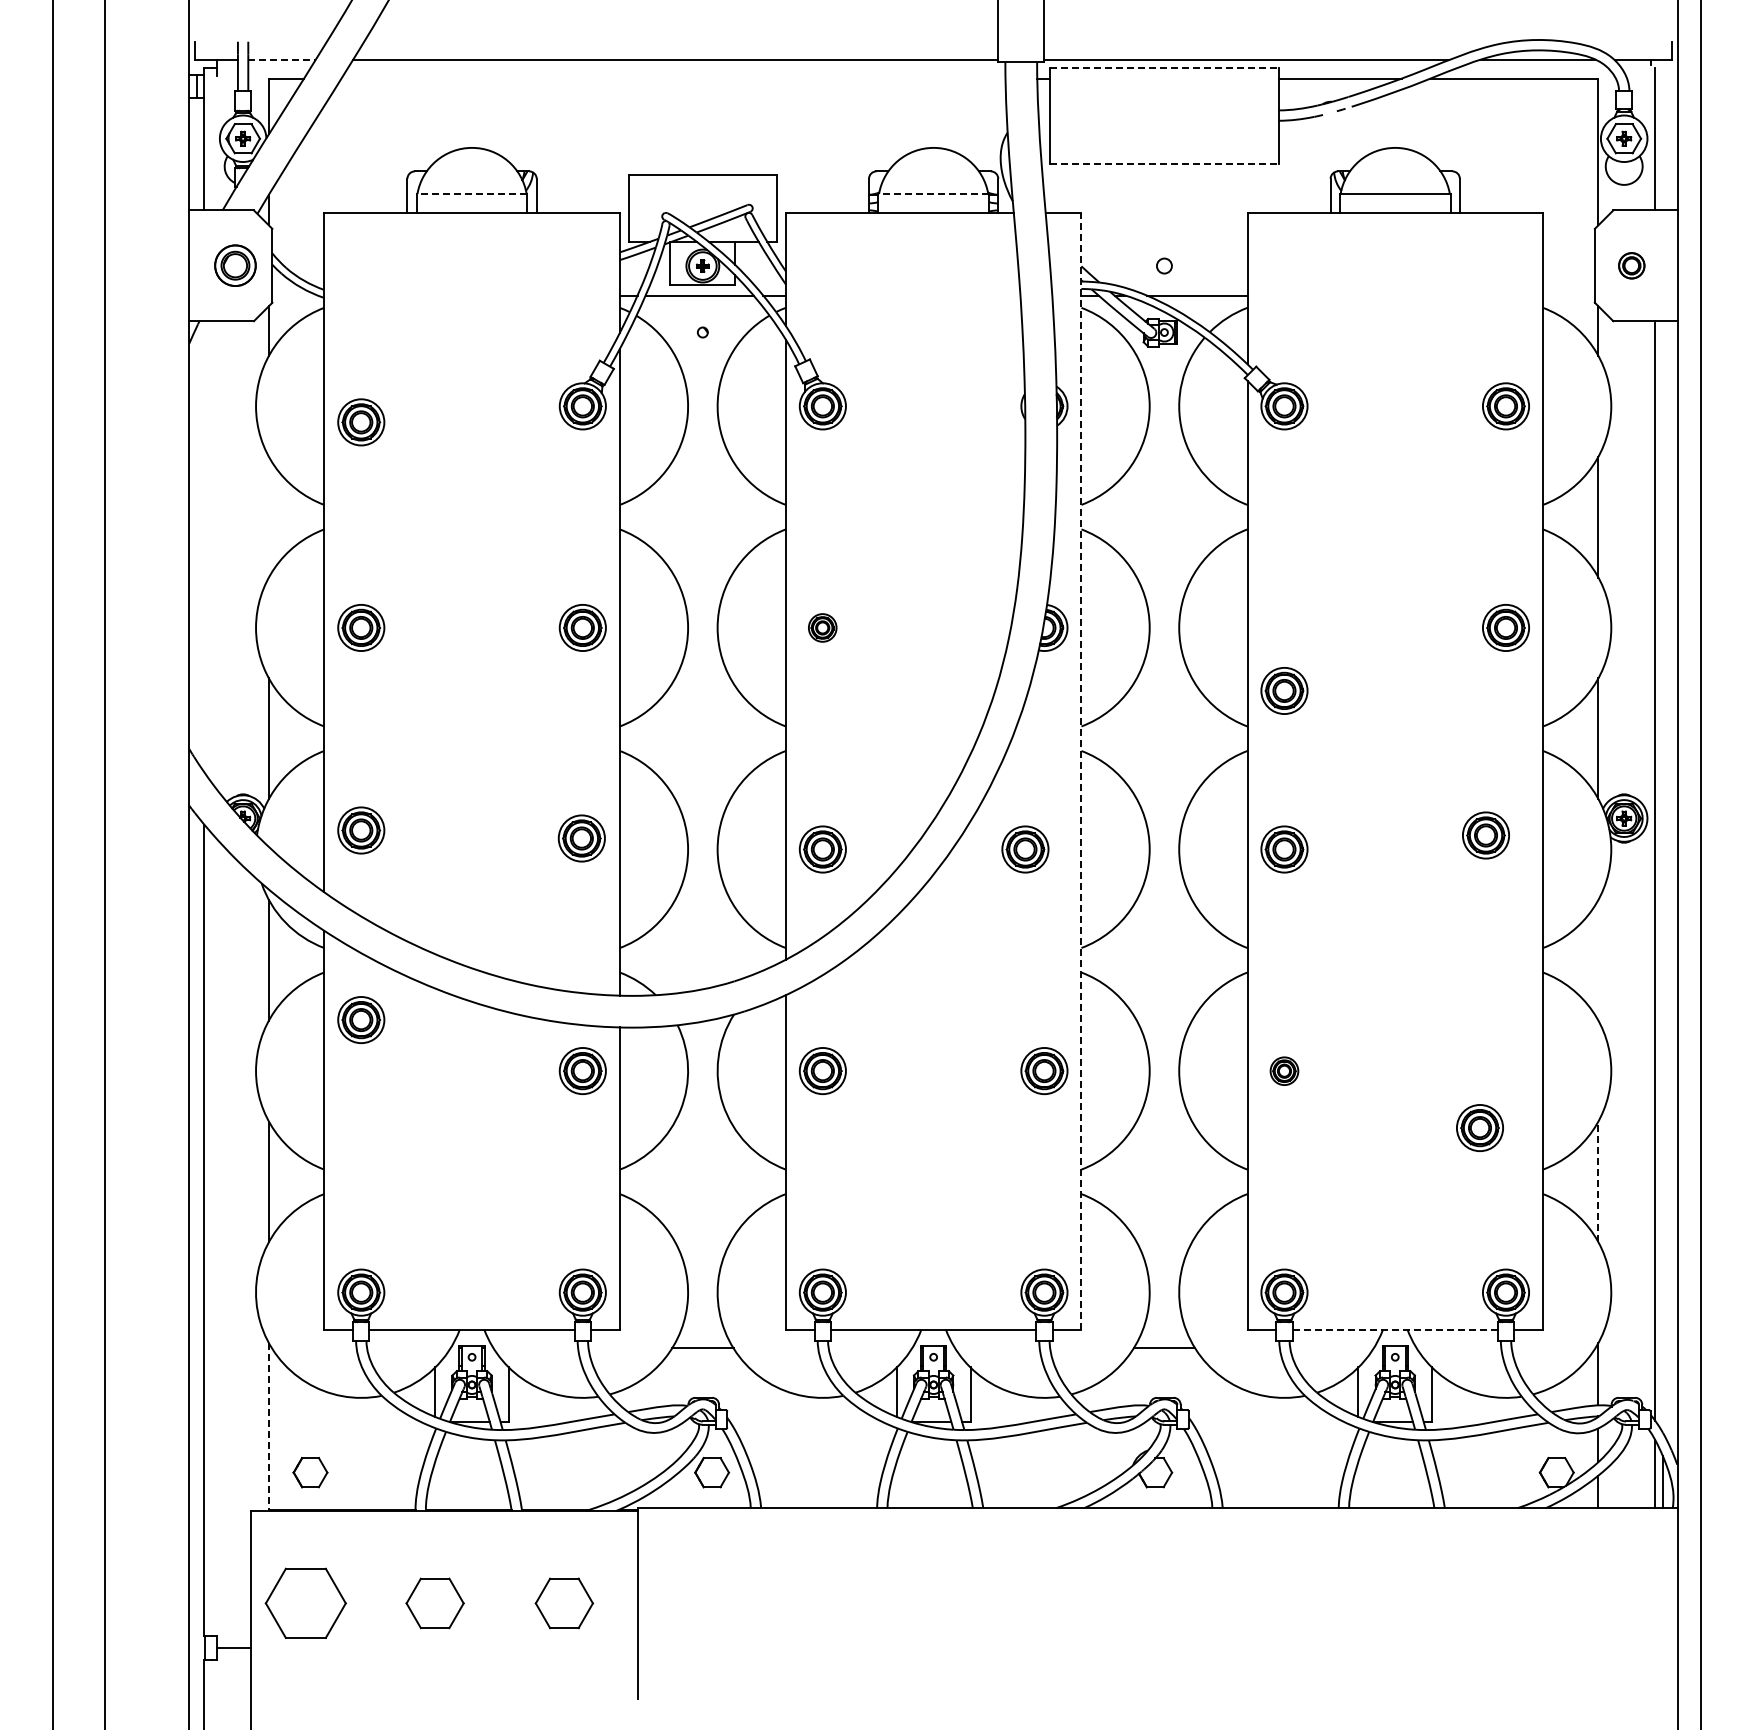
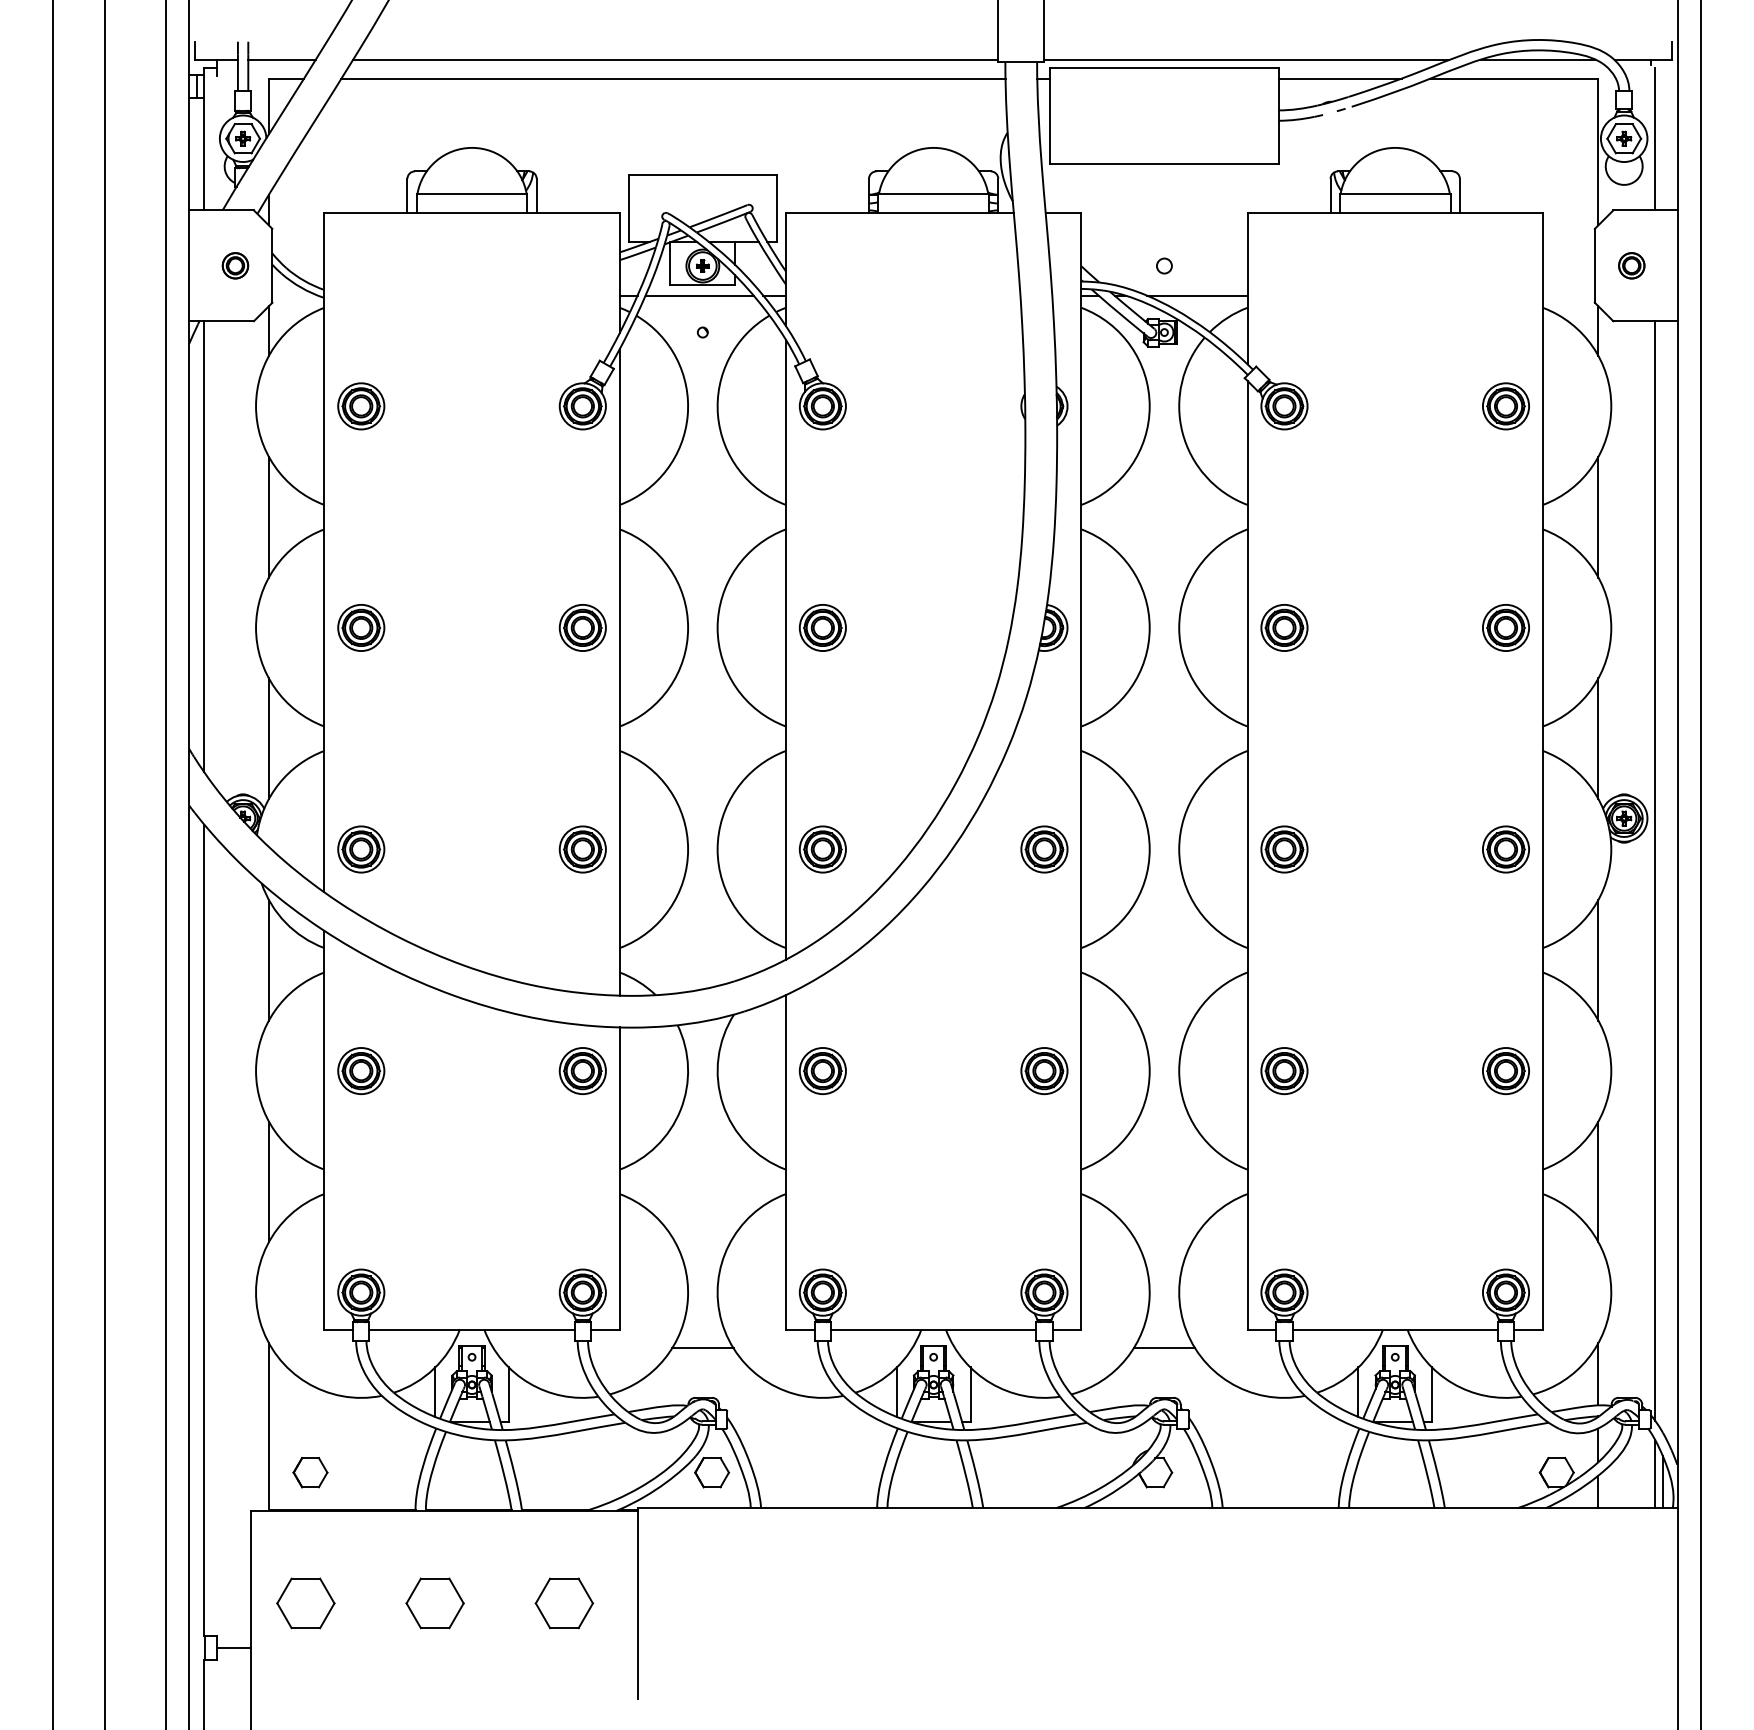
line at (281, 60): dashed -> solid
line at (1164, 67): dashed -> solid
line at (673, 78): none -> present
line at (1164, 163): dashed -> solid
line at (471, 194): dashed -> solid
line at (933, 194): dashed -> solid
part at (235, 265) size: 43x43 px -> 29x28 px
part at (361, 422) position: (361, 422) -> (361, 406)
line at (268, 516): none -> present
line at (204, 546): none -> present
part at (822, 627) size: 30x30 px -> 49x48 px
part at (1284, 690) position: (1284, 690) -> (1284, 627)
line at (1081, 771): dashed -> solid
part at (361, 830) position: (361, 830) -> (361, 849)
part at (1485, 835) position: (1485, 835) -> (1505, 849)
part at (581, 838) position: (581, 838) -> (582, 849)
part at (1025, 849) position: (1025, 849) -> (1044, 849)
line at (165, 864): none -> present
line at (1598, 959): none -> present
part at (361, 1020) position: (361, 1020) -> (361, 1071)
part at (1284, 1070) size: 31x30 px -> 49x49 px
part at (1479, 1127) position: (1479, 1127) -> (1505, 1070)
line at (1598, 1181): dashed -> solid
line at (1395, 1329): dashed -> solid
line at (268, 1426): dashed -> solid
part at (305, 1602) size: 83x72 px -> 60x53 px
